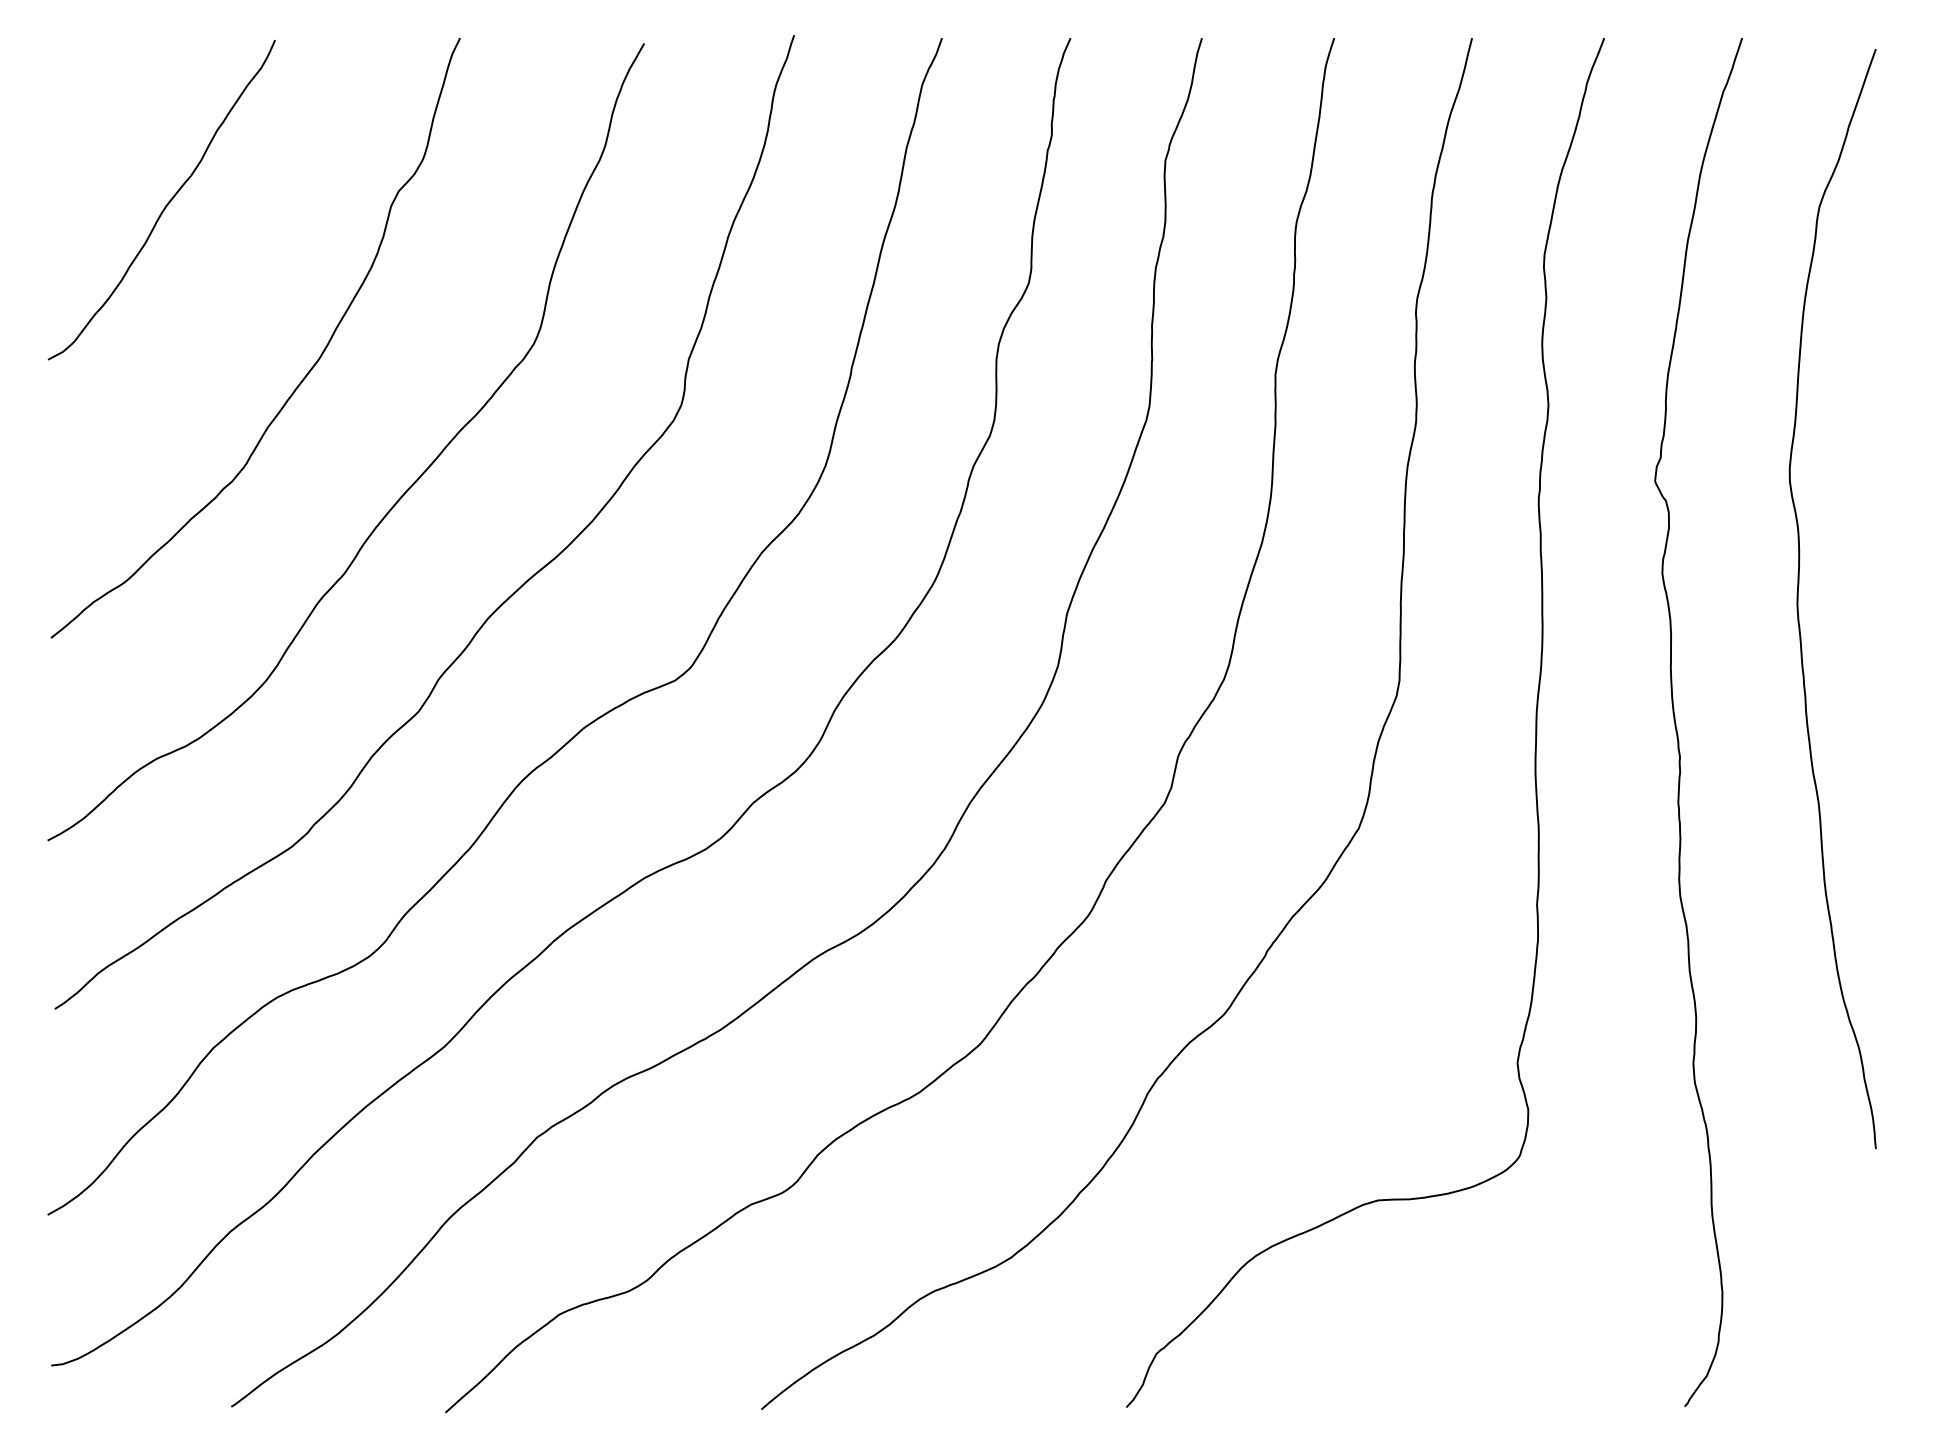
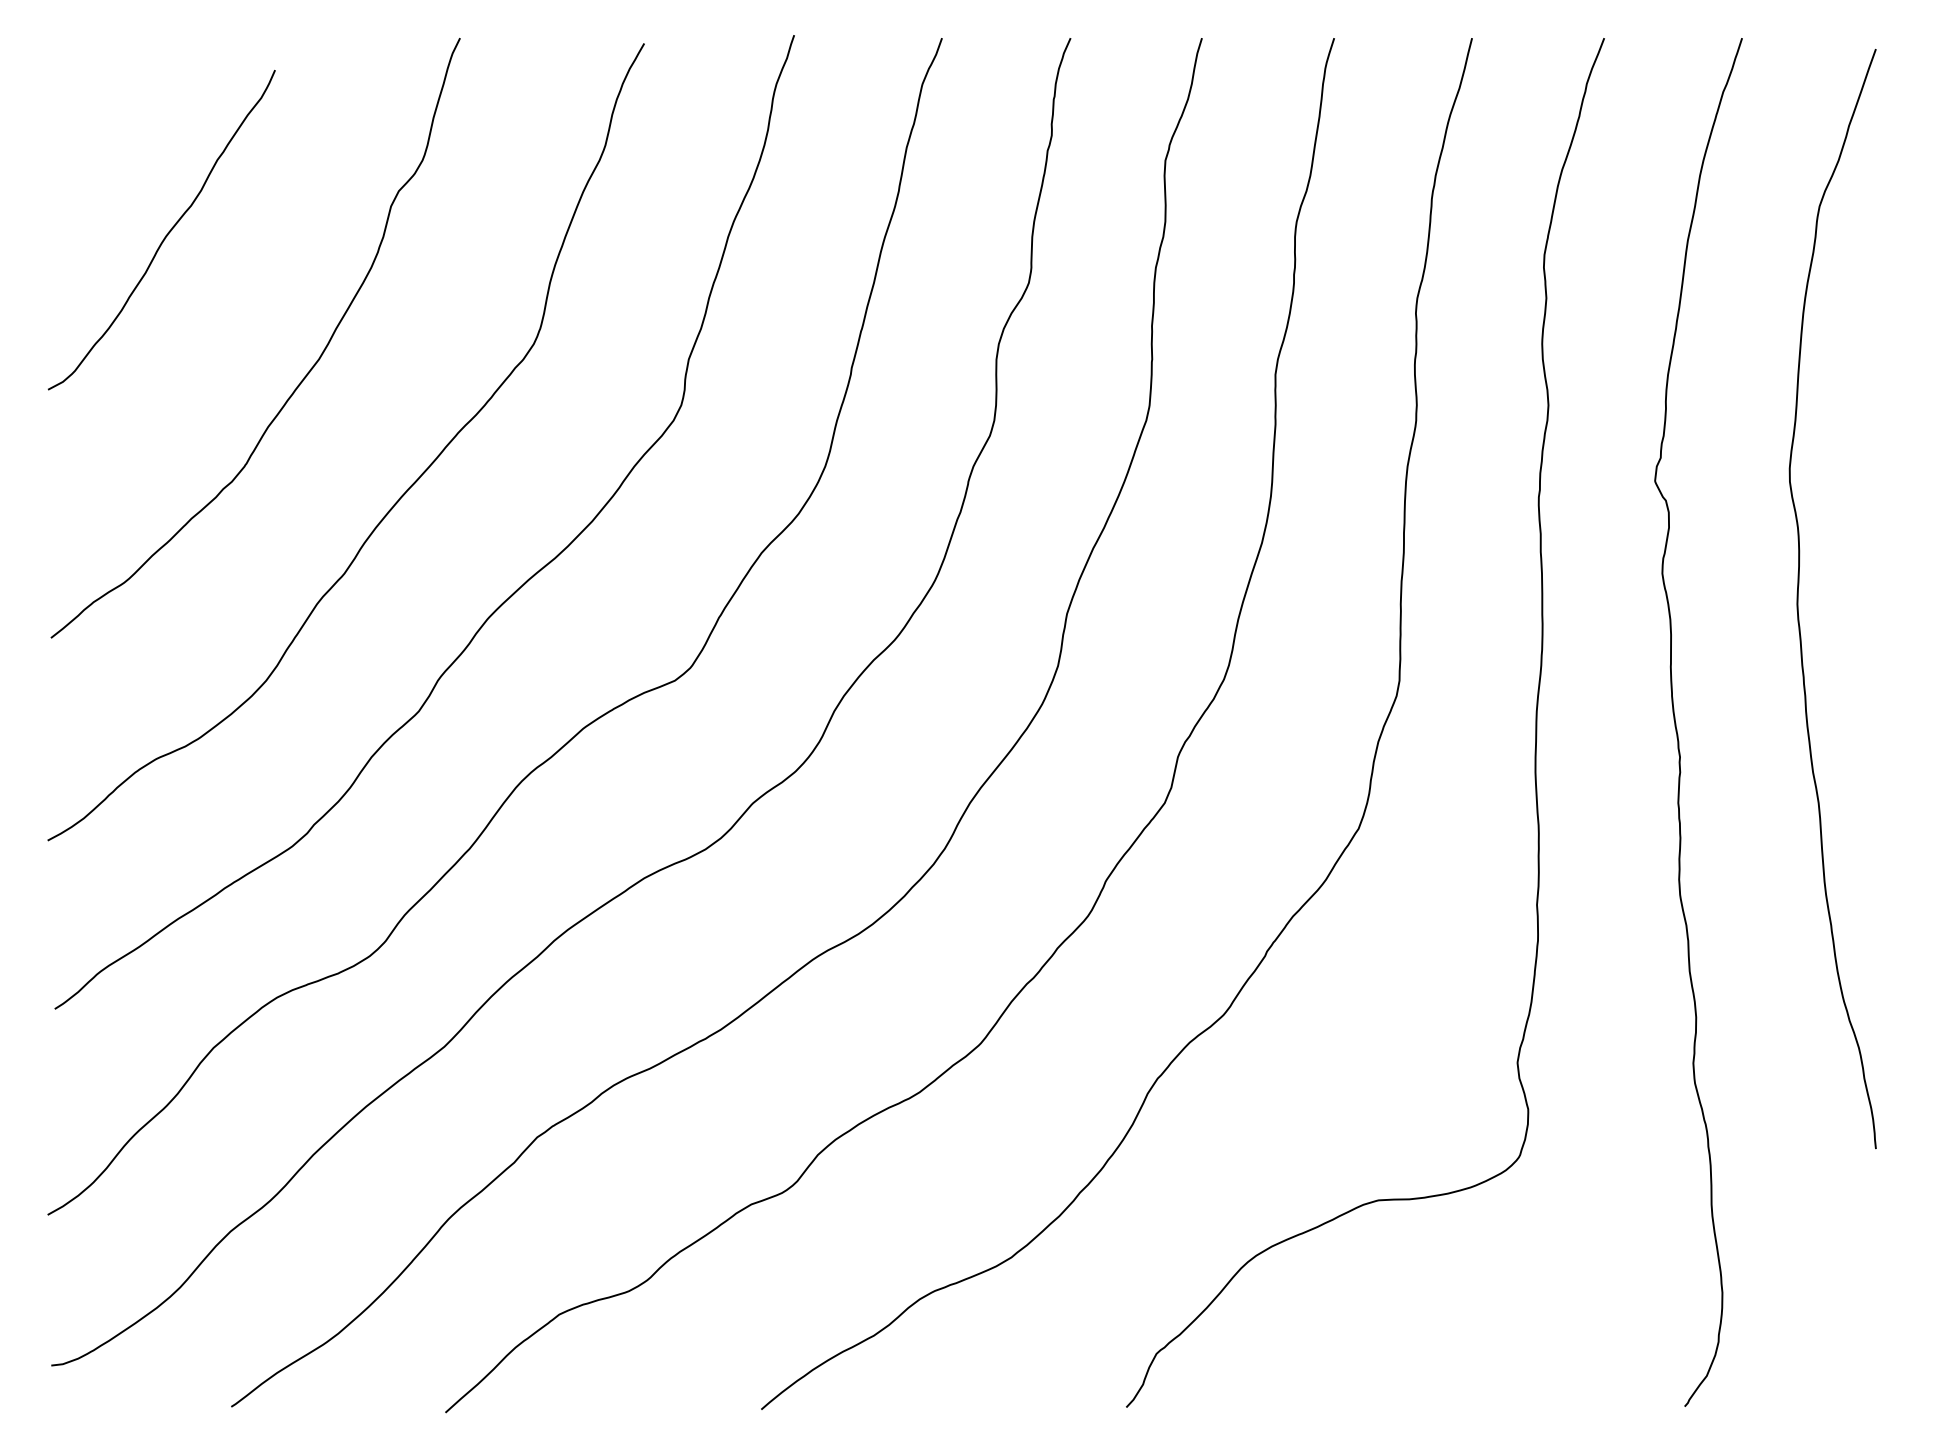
curve at (166, 204) position: (166, 204) -> (166, 234)
